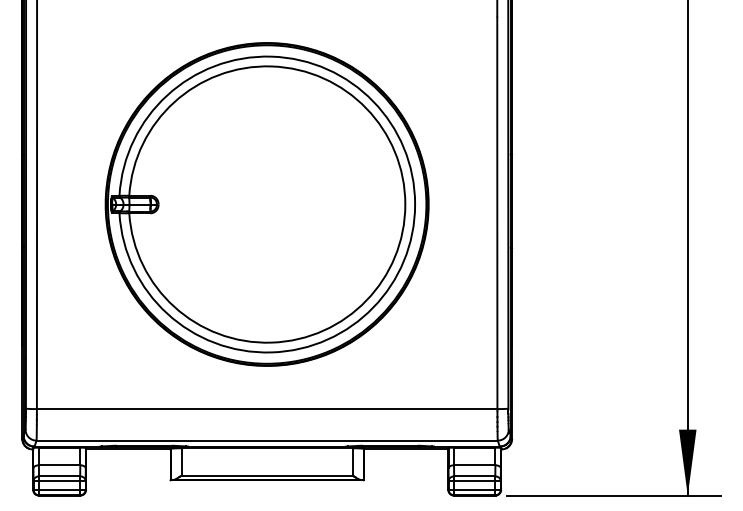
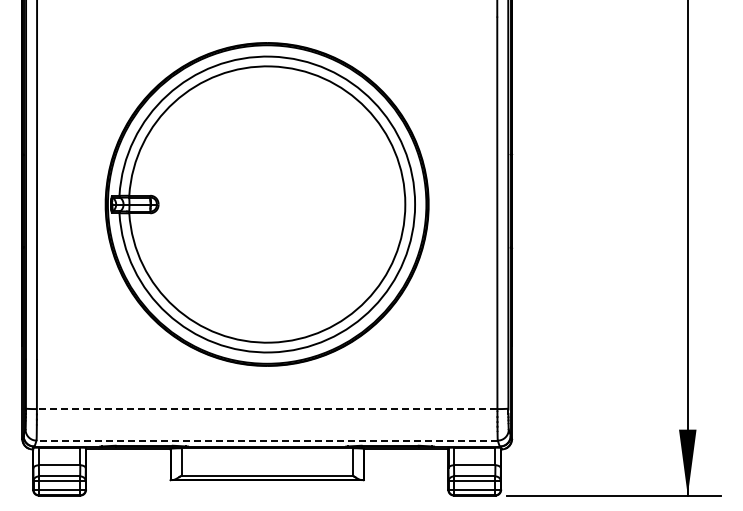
line at (266, 409): solid -> dashed
line at (267, 440): solid -> dashed
